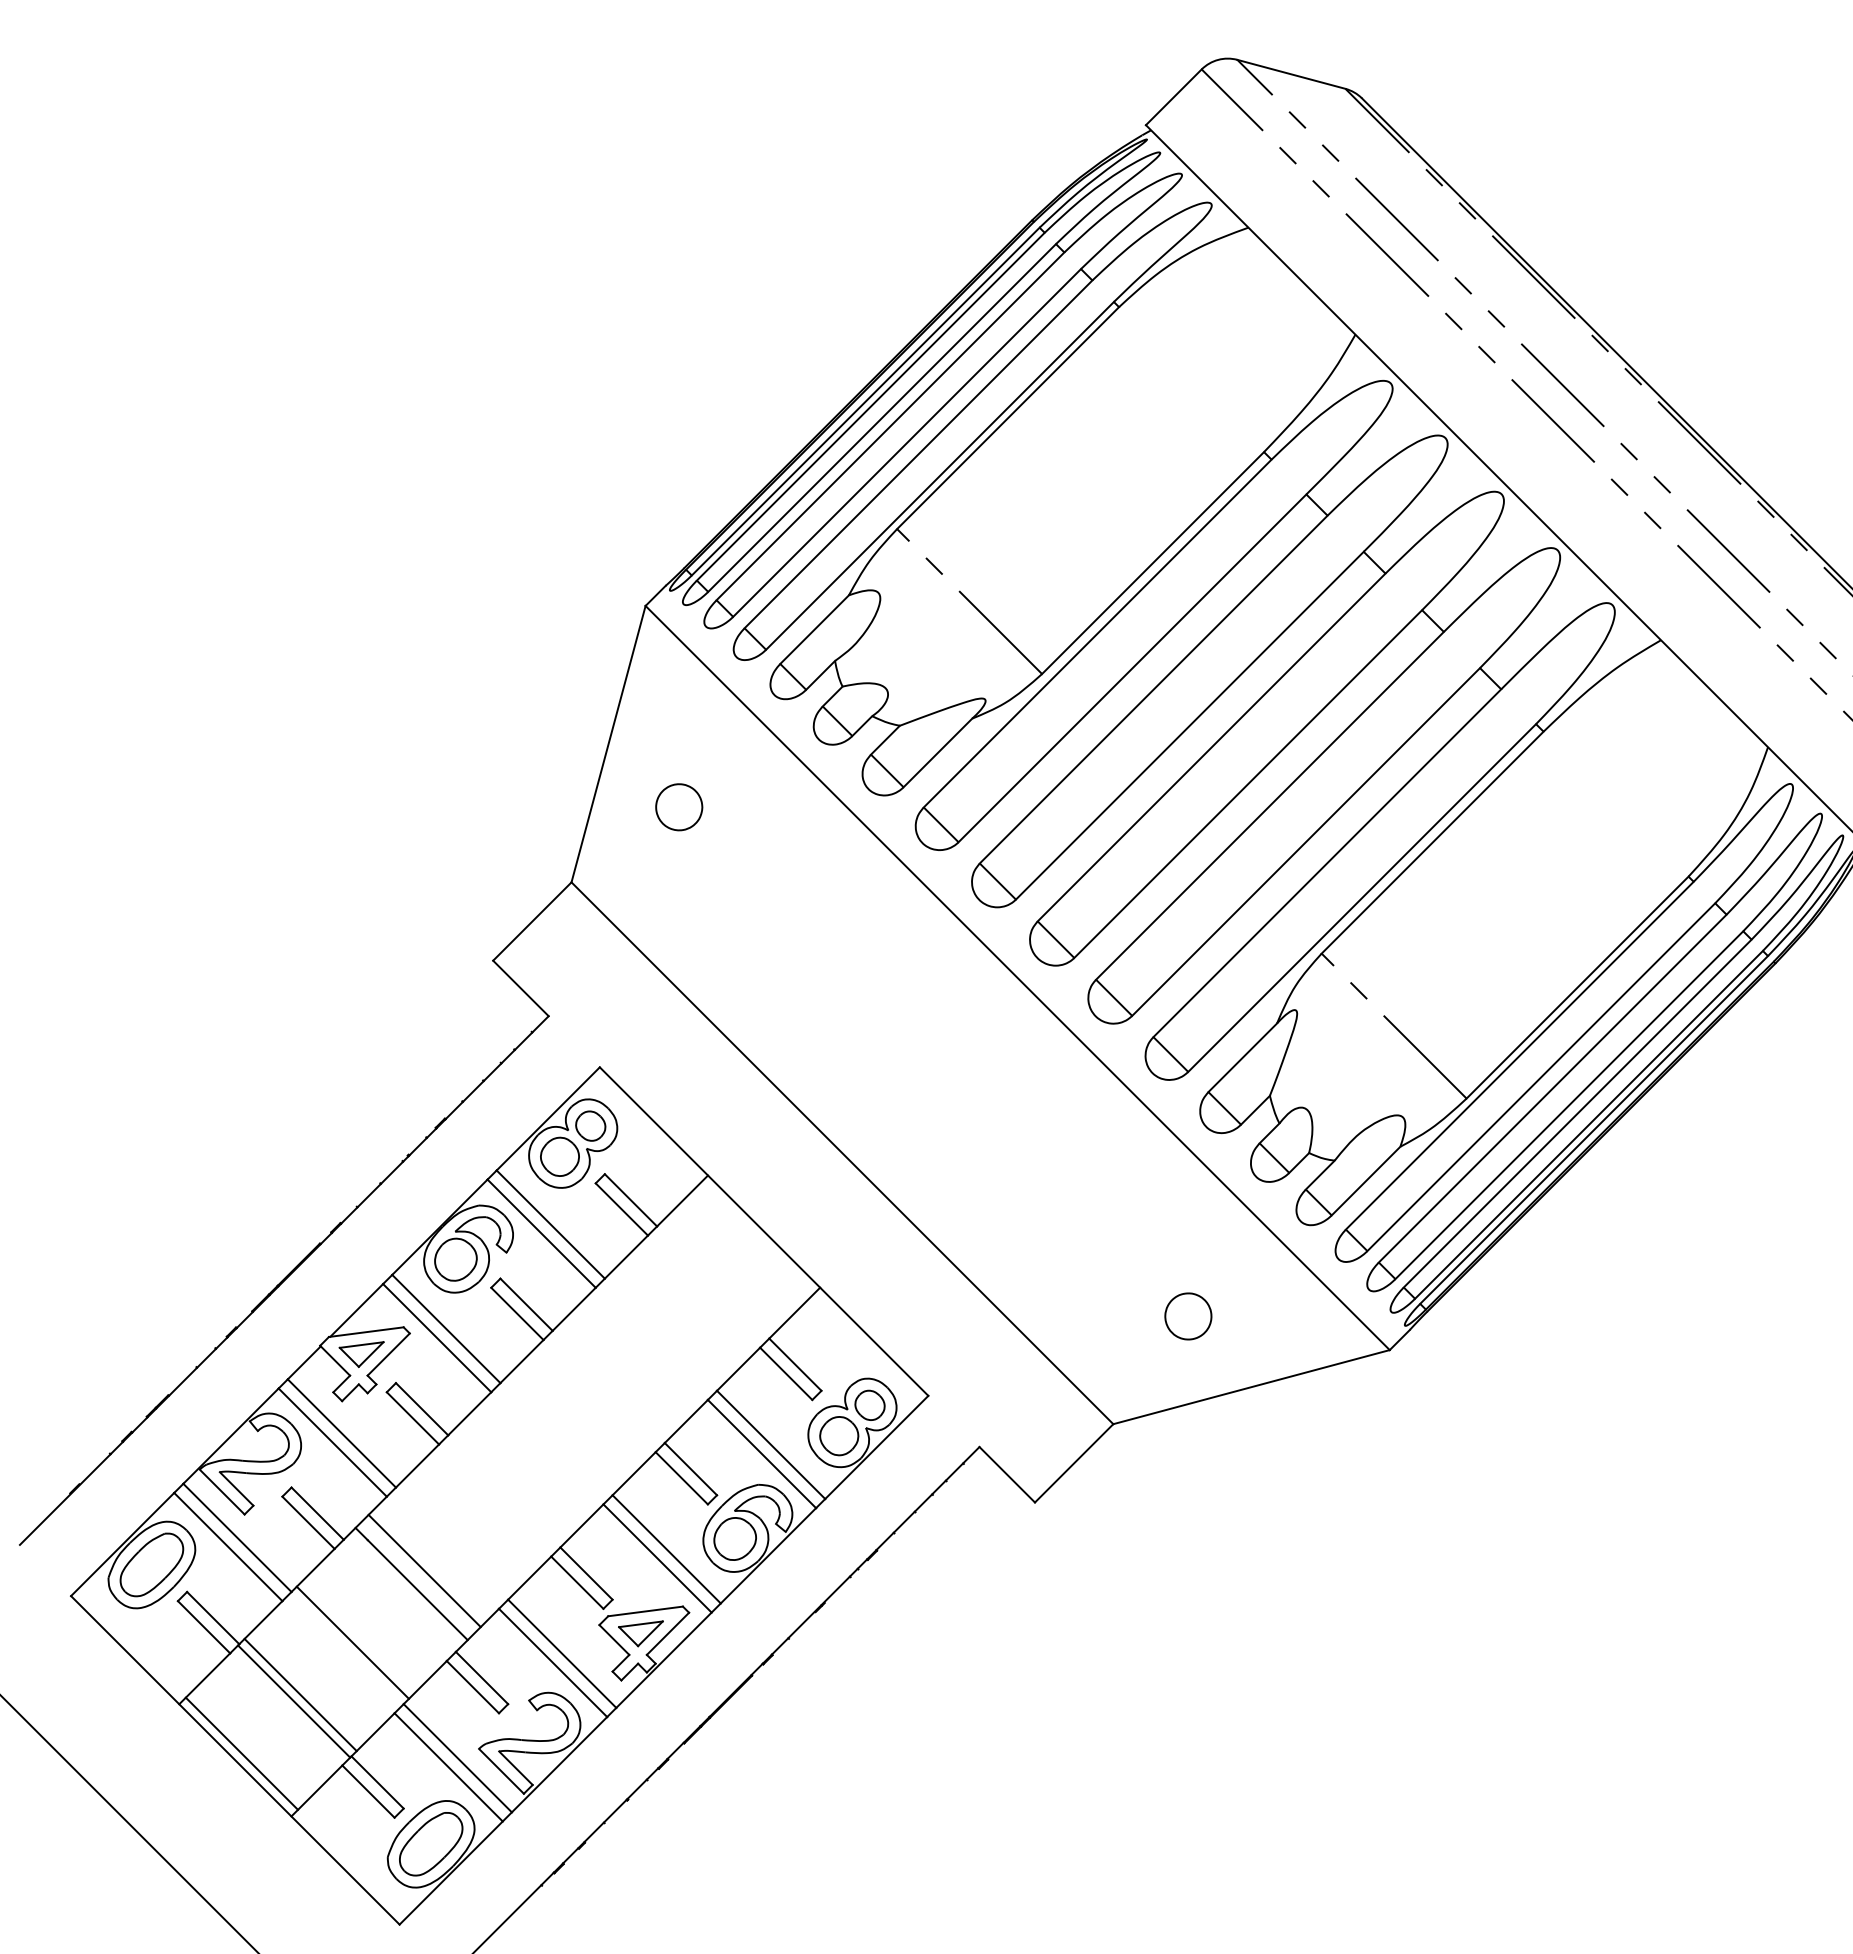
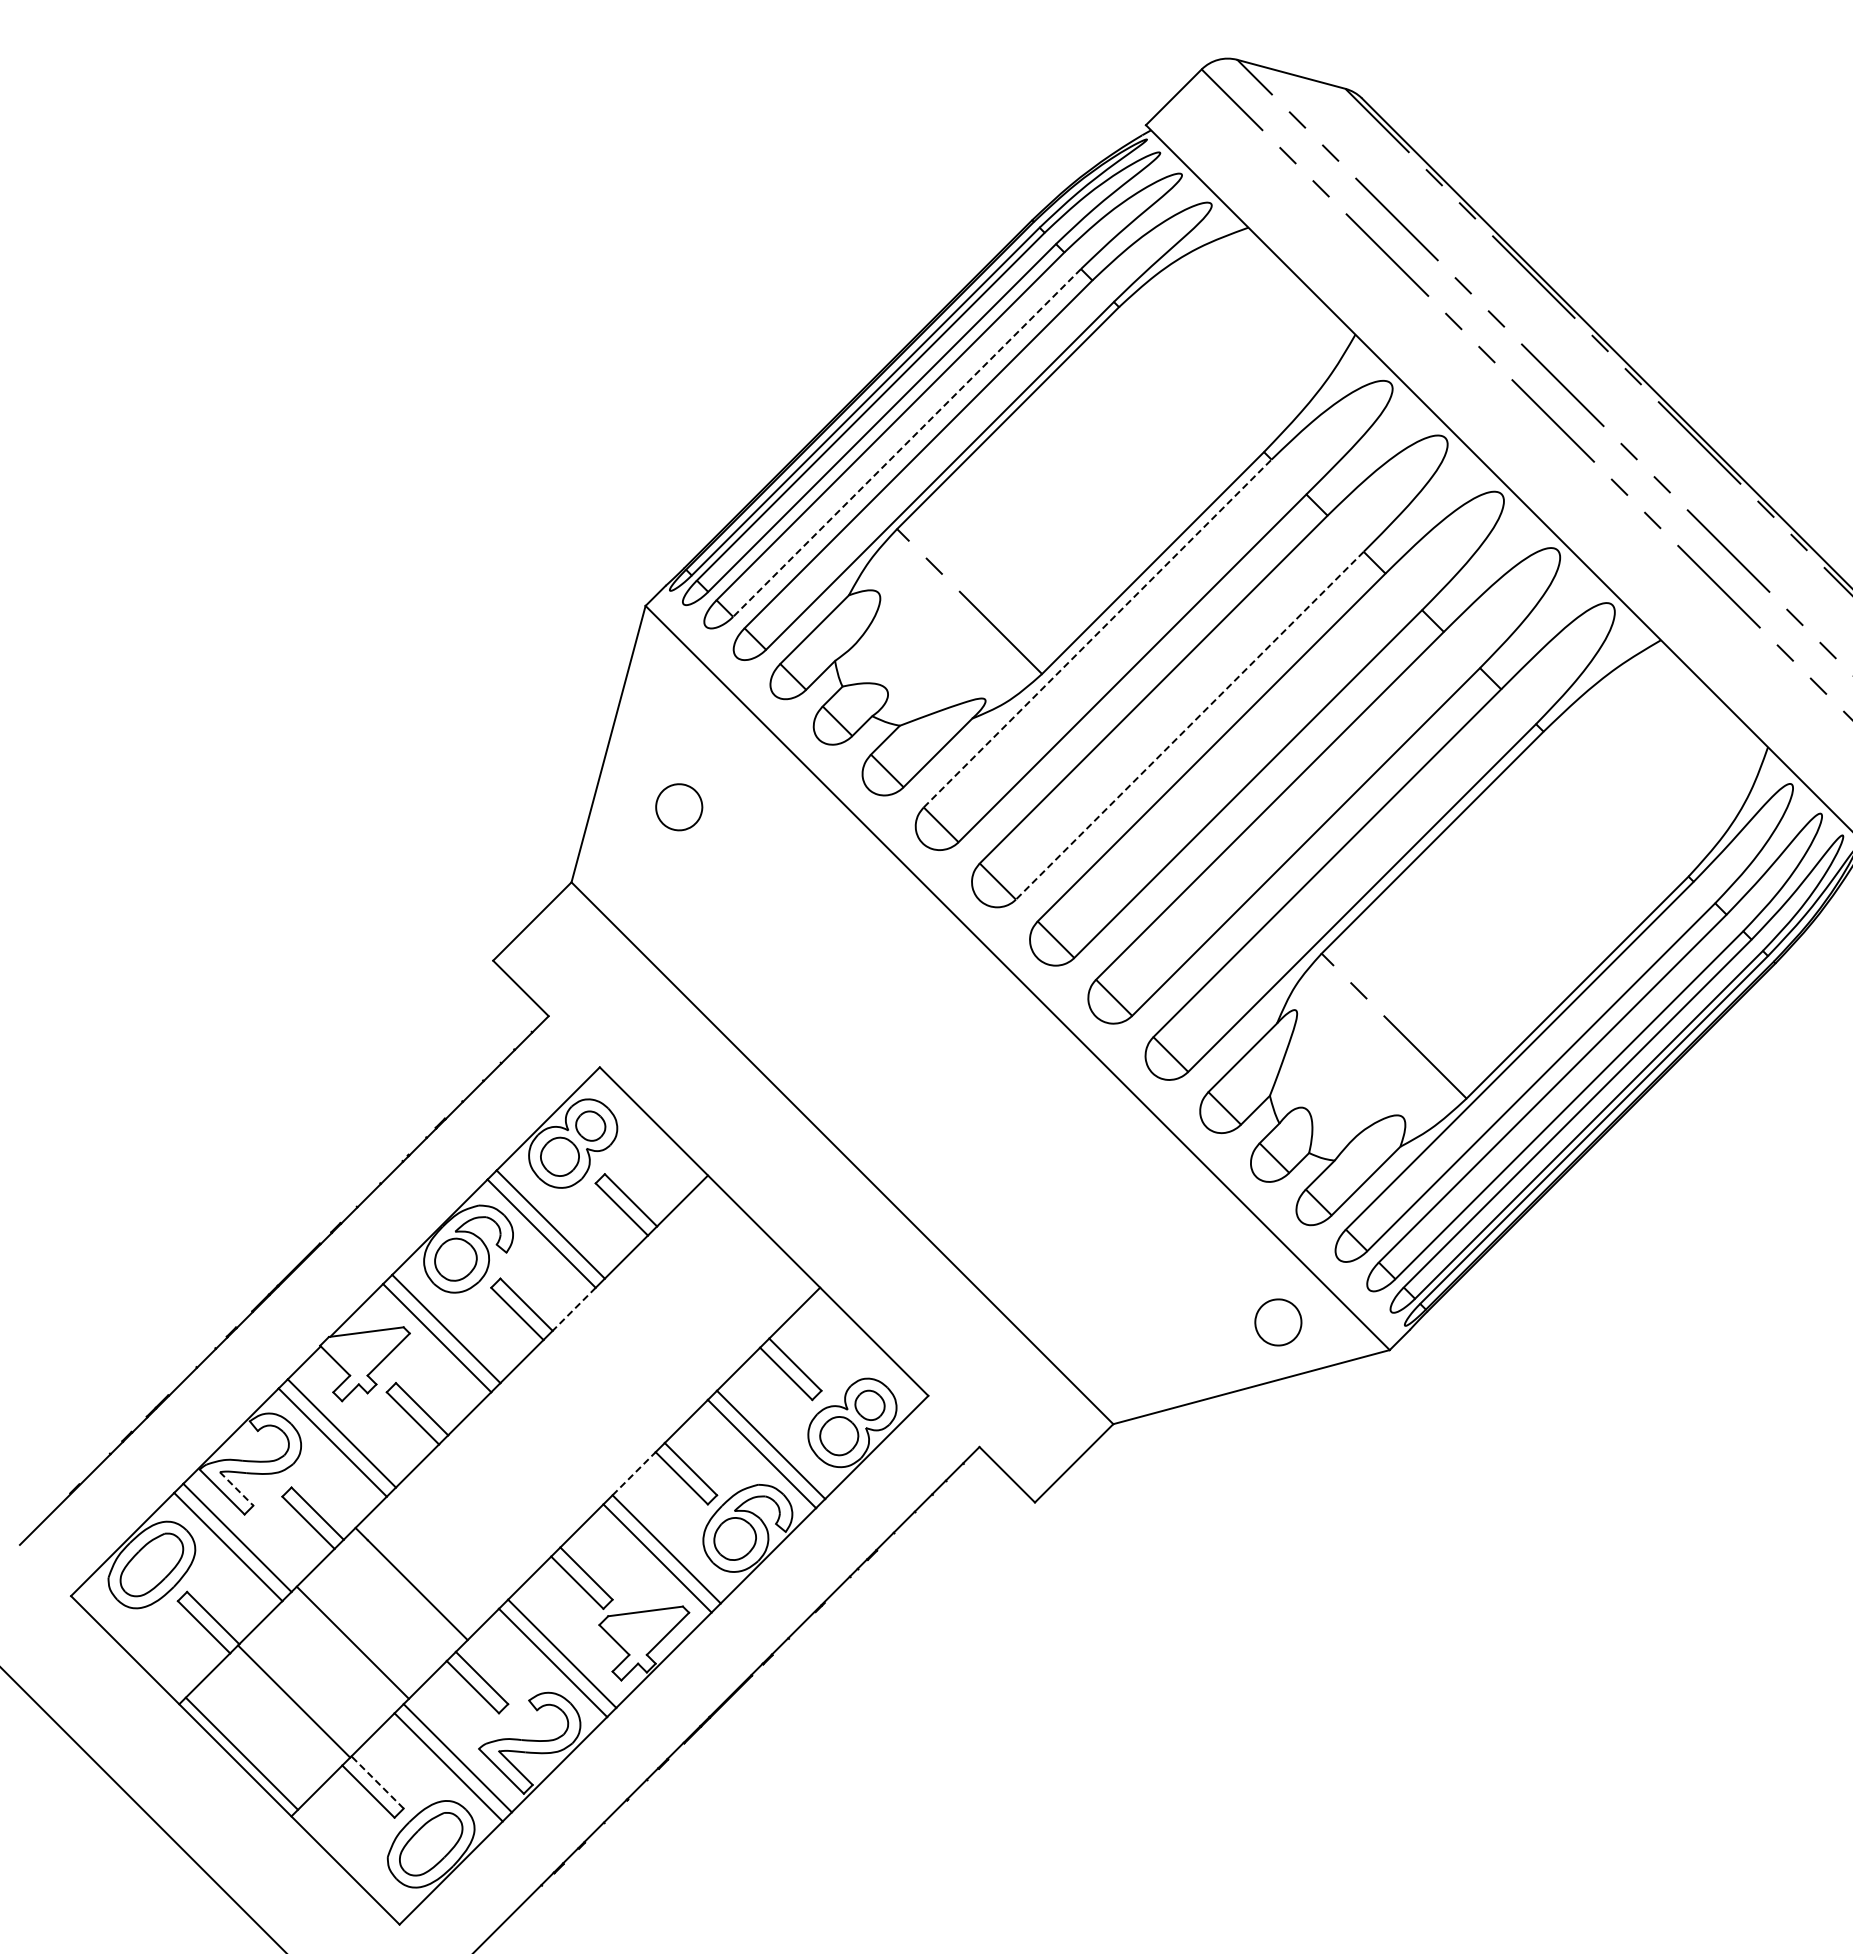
line at (907, 442): solid -> dashed
line at (1097, 633): solid -> dashed
line at (1189, 725): solid -> dashed
line at (573, 1309): solid -> dashed
part at (1188, 1316) position: (1188, 1316) -> (1278, 1322)
part at (361, 1354): present -> none
line at (634, 1473): solid -> dashed
line at (236, 1488): solid -> dashed
line at (424, 1570): present -> none
part at (640, 1633): present -> none
line at (300, 1694): present -> none
line at (377, 1782): solid -> dashed
line at (128, 1823) position: (128, 1823) -> (142, 1809)
